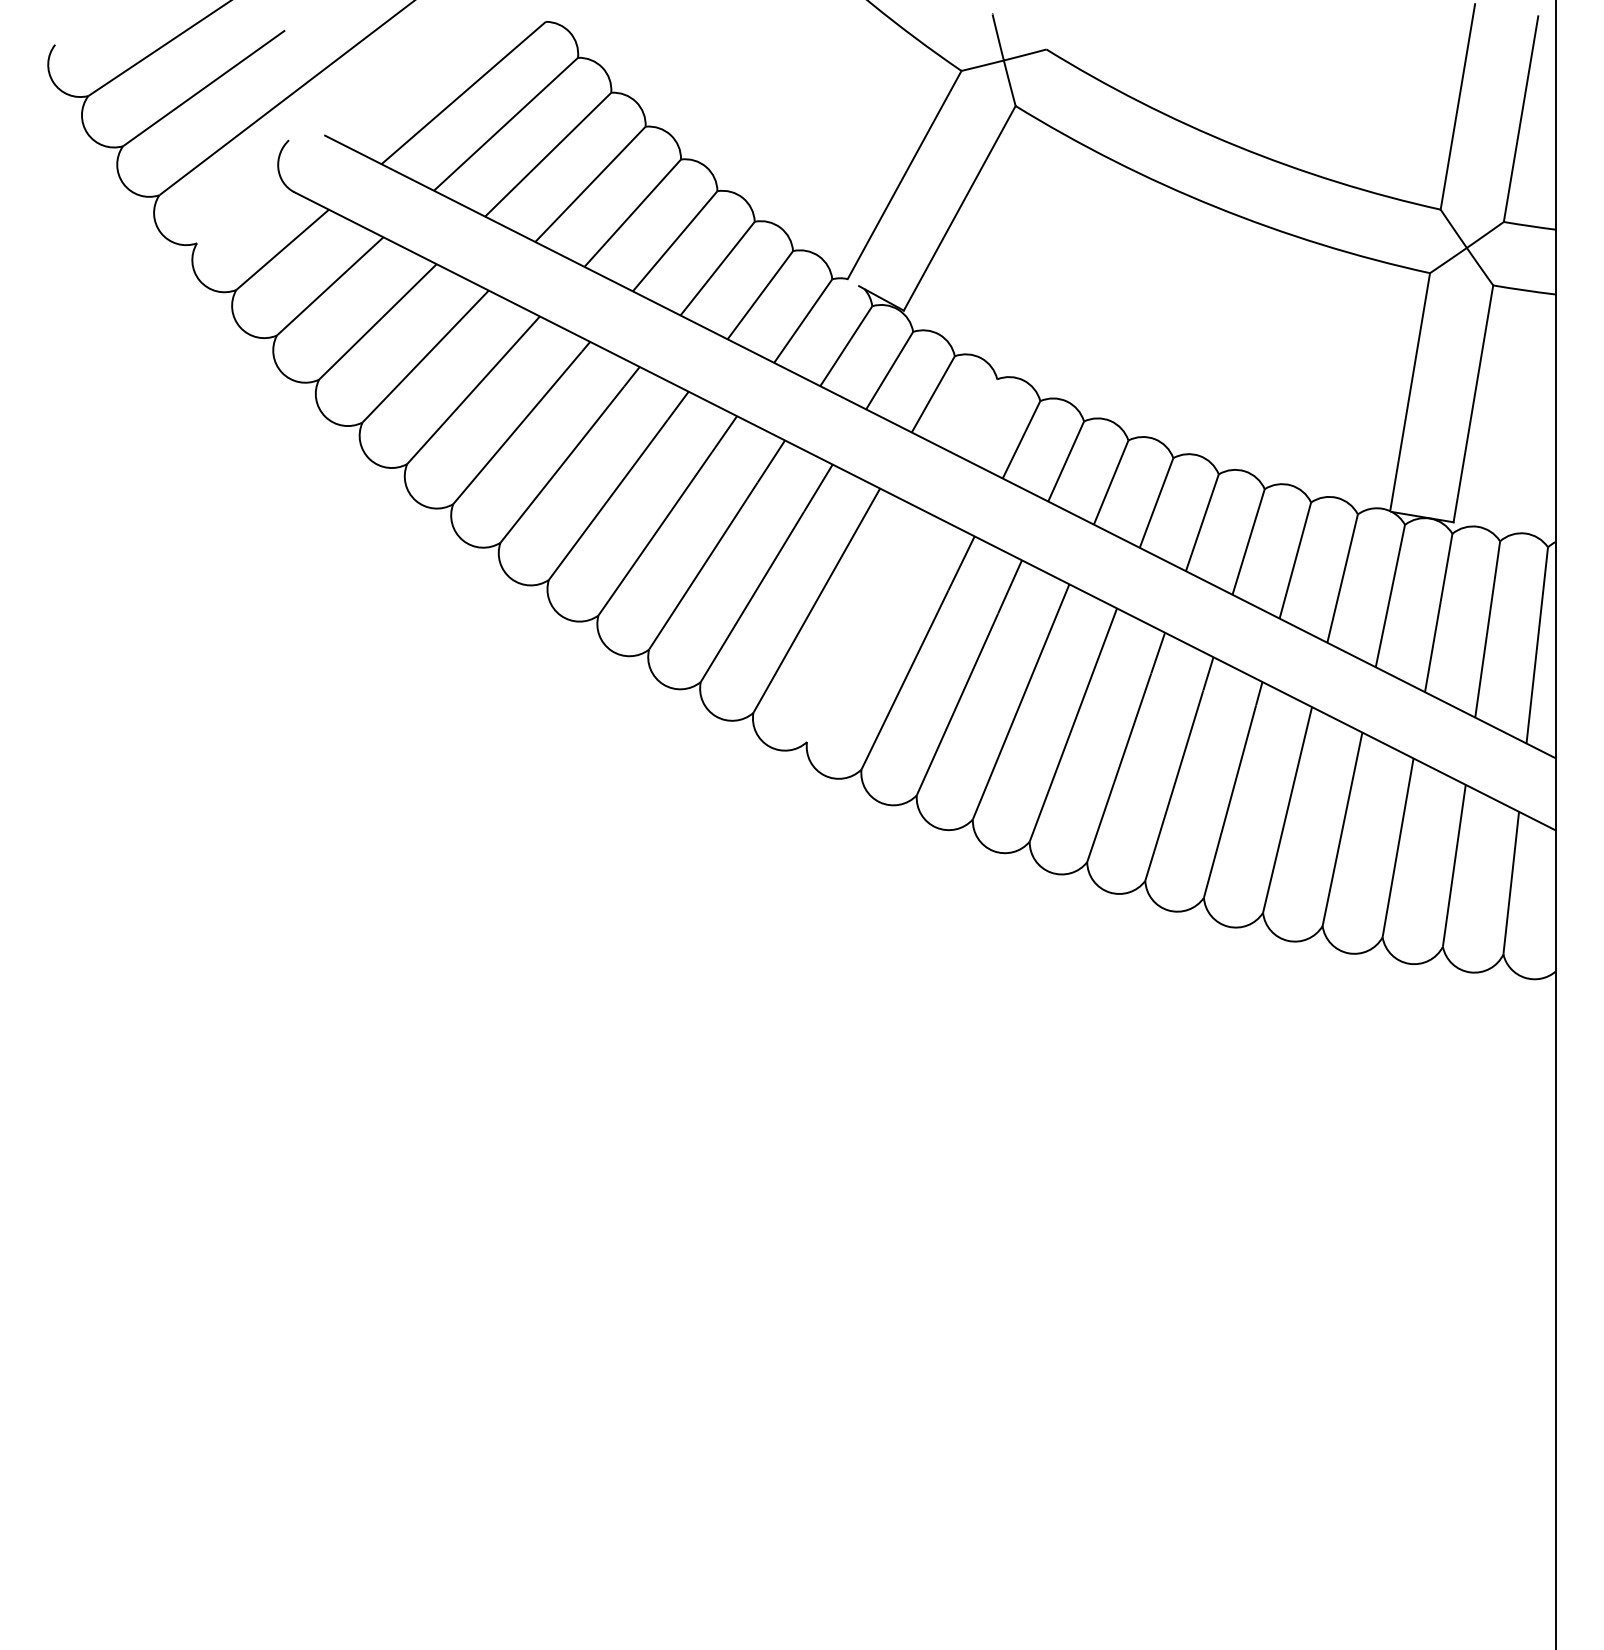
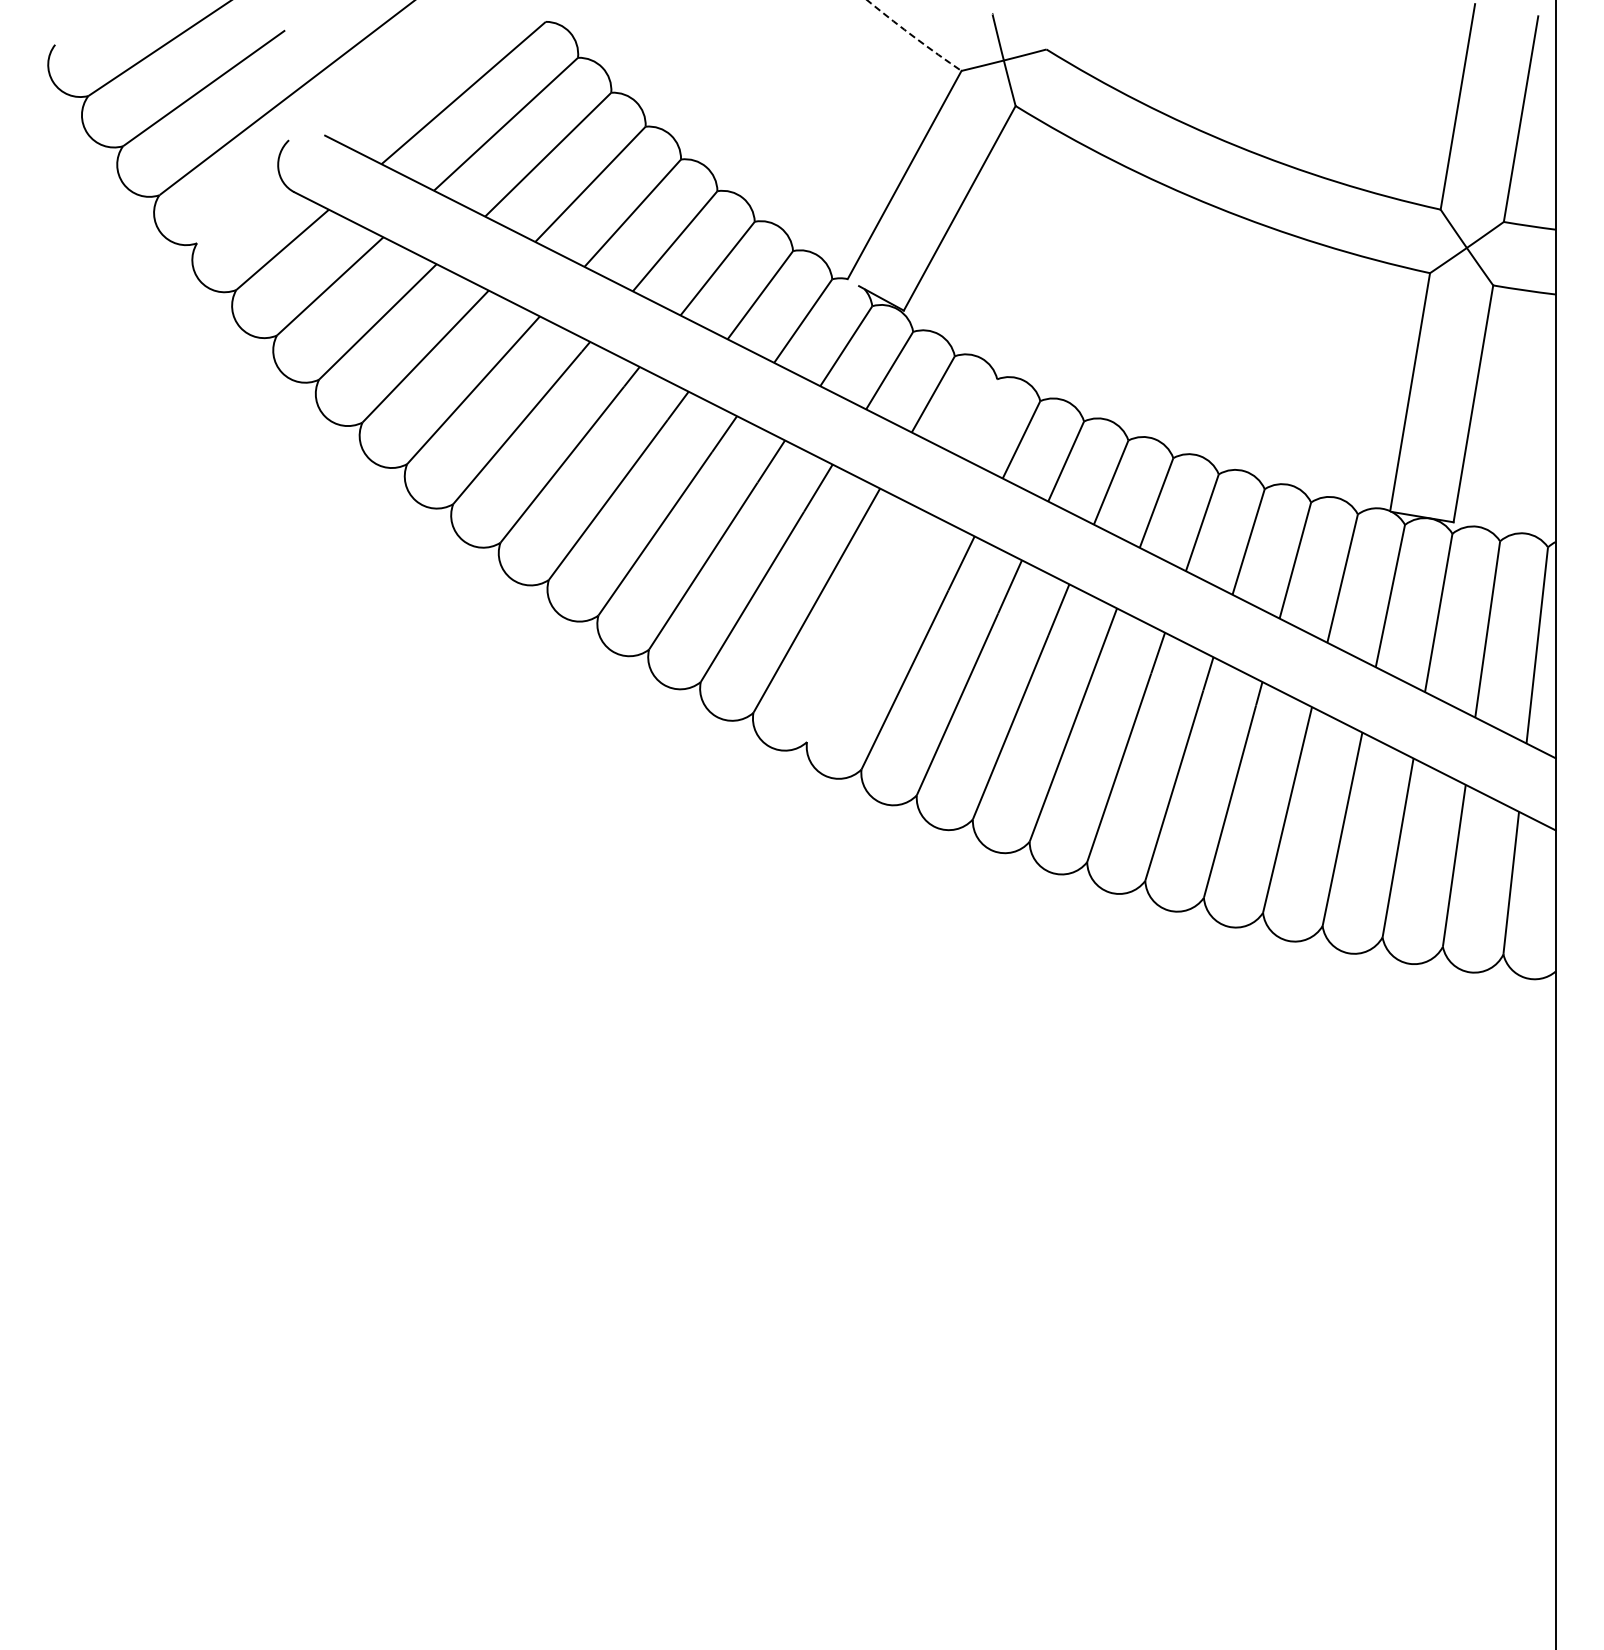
arc at (913, 36): solid -> dashed
